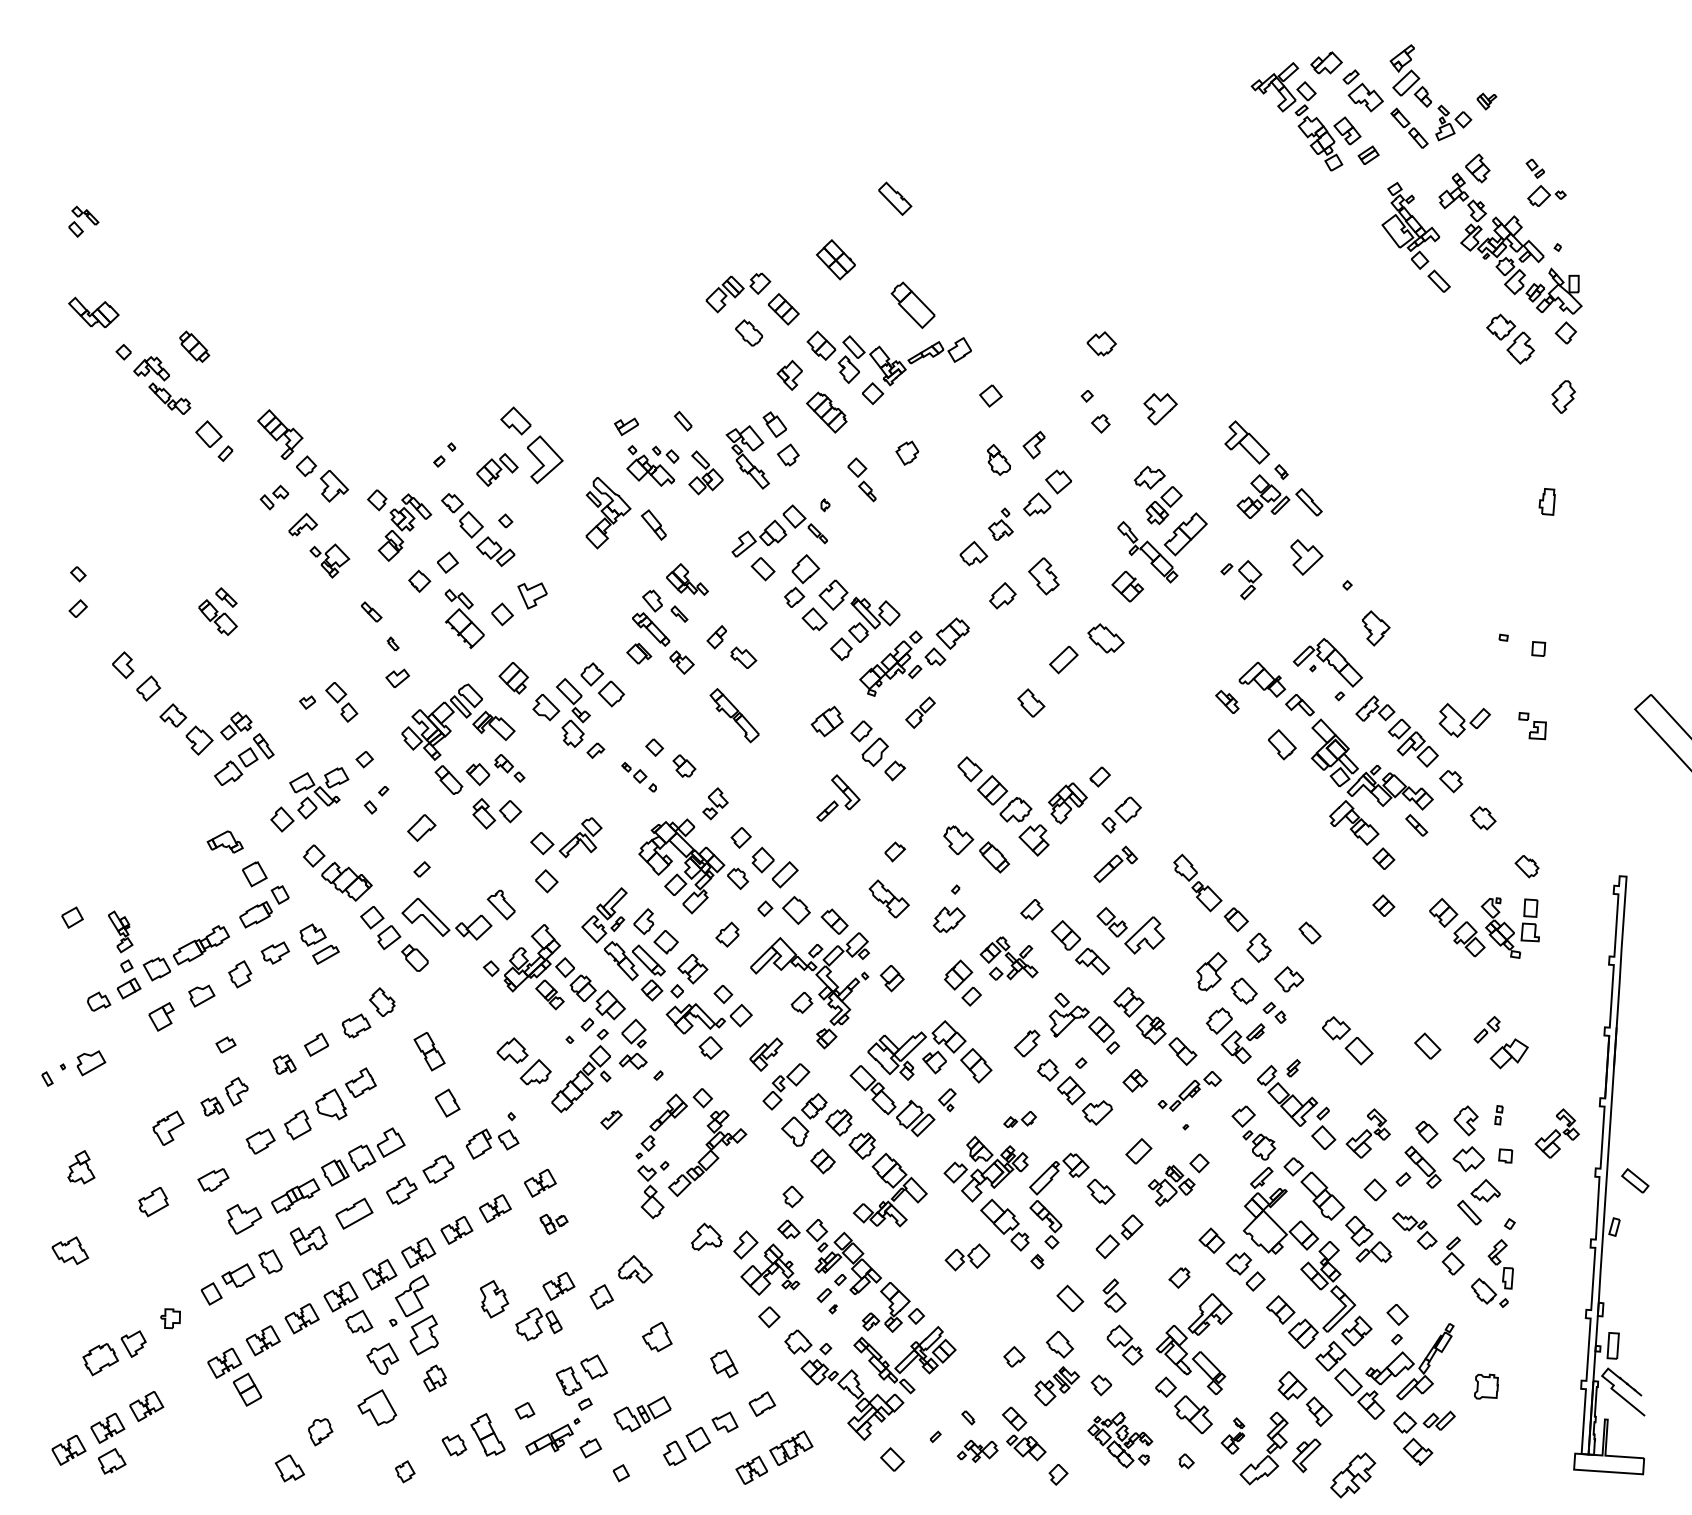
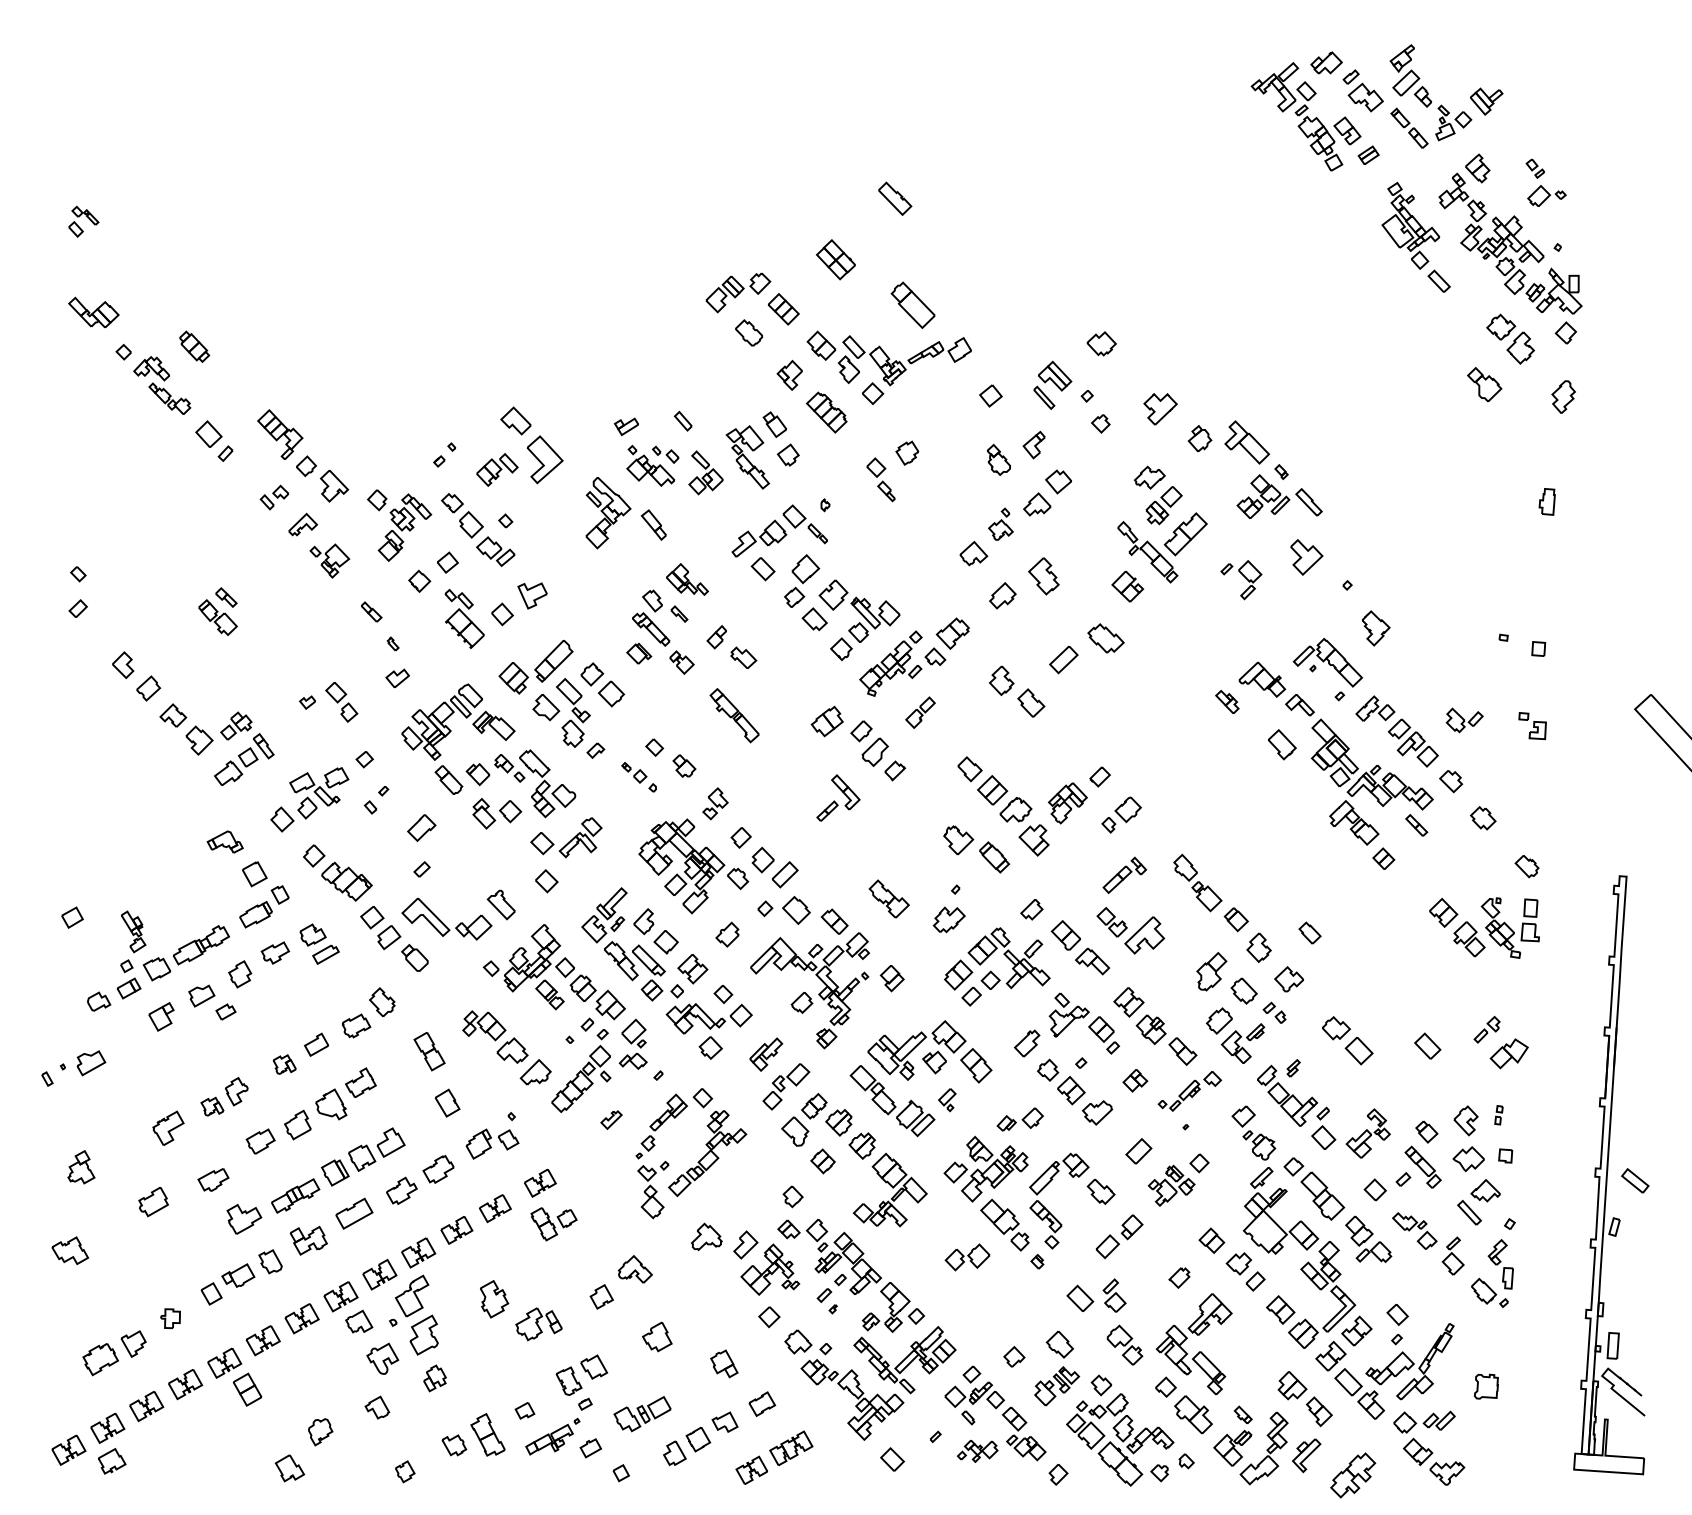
part at (1486, 101) size: 22x19 px -> 34x29 px
part at (1052, 384): none -> present
part at (1484, 384): none -> present
part at (1199, 438): none -> present
part at (861, 479) position: (861, 479) -> (880, 479)
part at (553, 661): none -> present
part at (1001, 680): none -> present
part at (1464, 720) size: 53x35 px -> 39x27 px
part at (547, 783): none -> present
part at (894, 851): present -> none
part at (1115, 863) position: (1115, 863) -> (1124, 874)
part at (1383, 905): present -> none
part at (120, 931) position: (120, 931) -> (133, 931)
part at (1008, 958) size: 60x45 px -> 84x63 px
part at (484, 1025): none -> present
part at (225, 1044) position: (225, 1044) -> (225, 1011)
part at (1020, 1119) size: 35x17 px -> 48x25 px
part at (1556, 1133): present -> none
part at (553, 1224) size: 30x22 px -> 48x35 px
part at (558, 1286): present -> none
part at (1070, 1297) position: (1070, 1297) -> (1080, 1297)
part at (185, 1384): none -> present
part at (974, 1387): none -> present
part at (377, 1407) size: 41x37 px -> 27x25 px
part at (1232, 1435) size: 26x38 px -> 40x62 px
part at (1120, 1439) size: 67x58 px -> 109x94 px
part at (1447, 1473): none -> present
